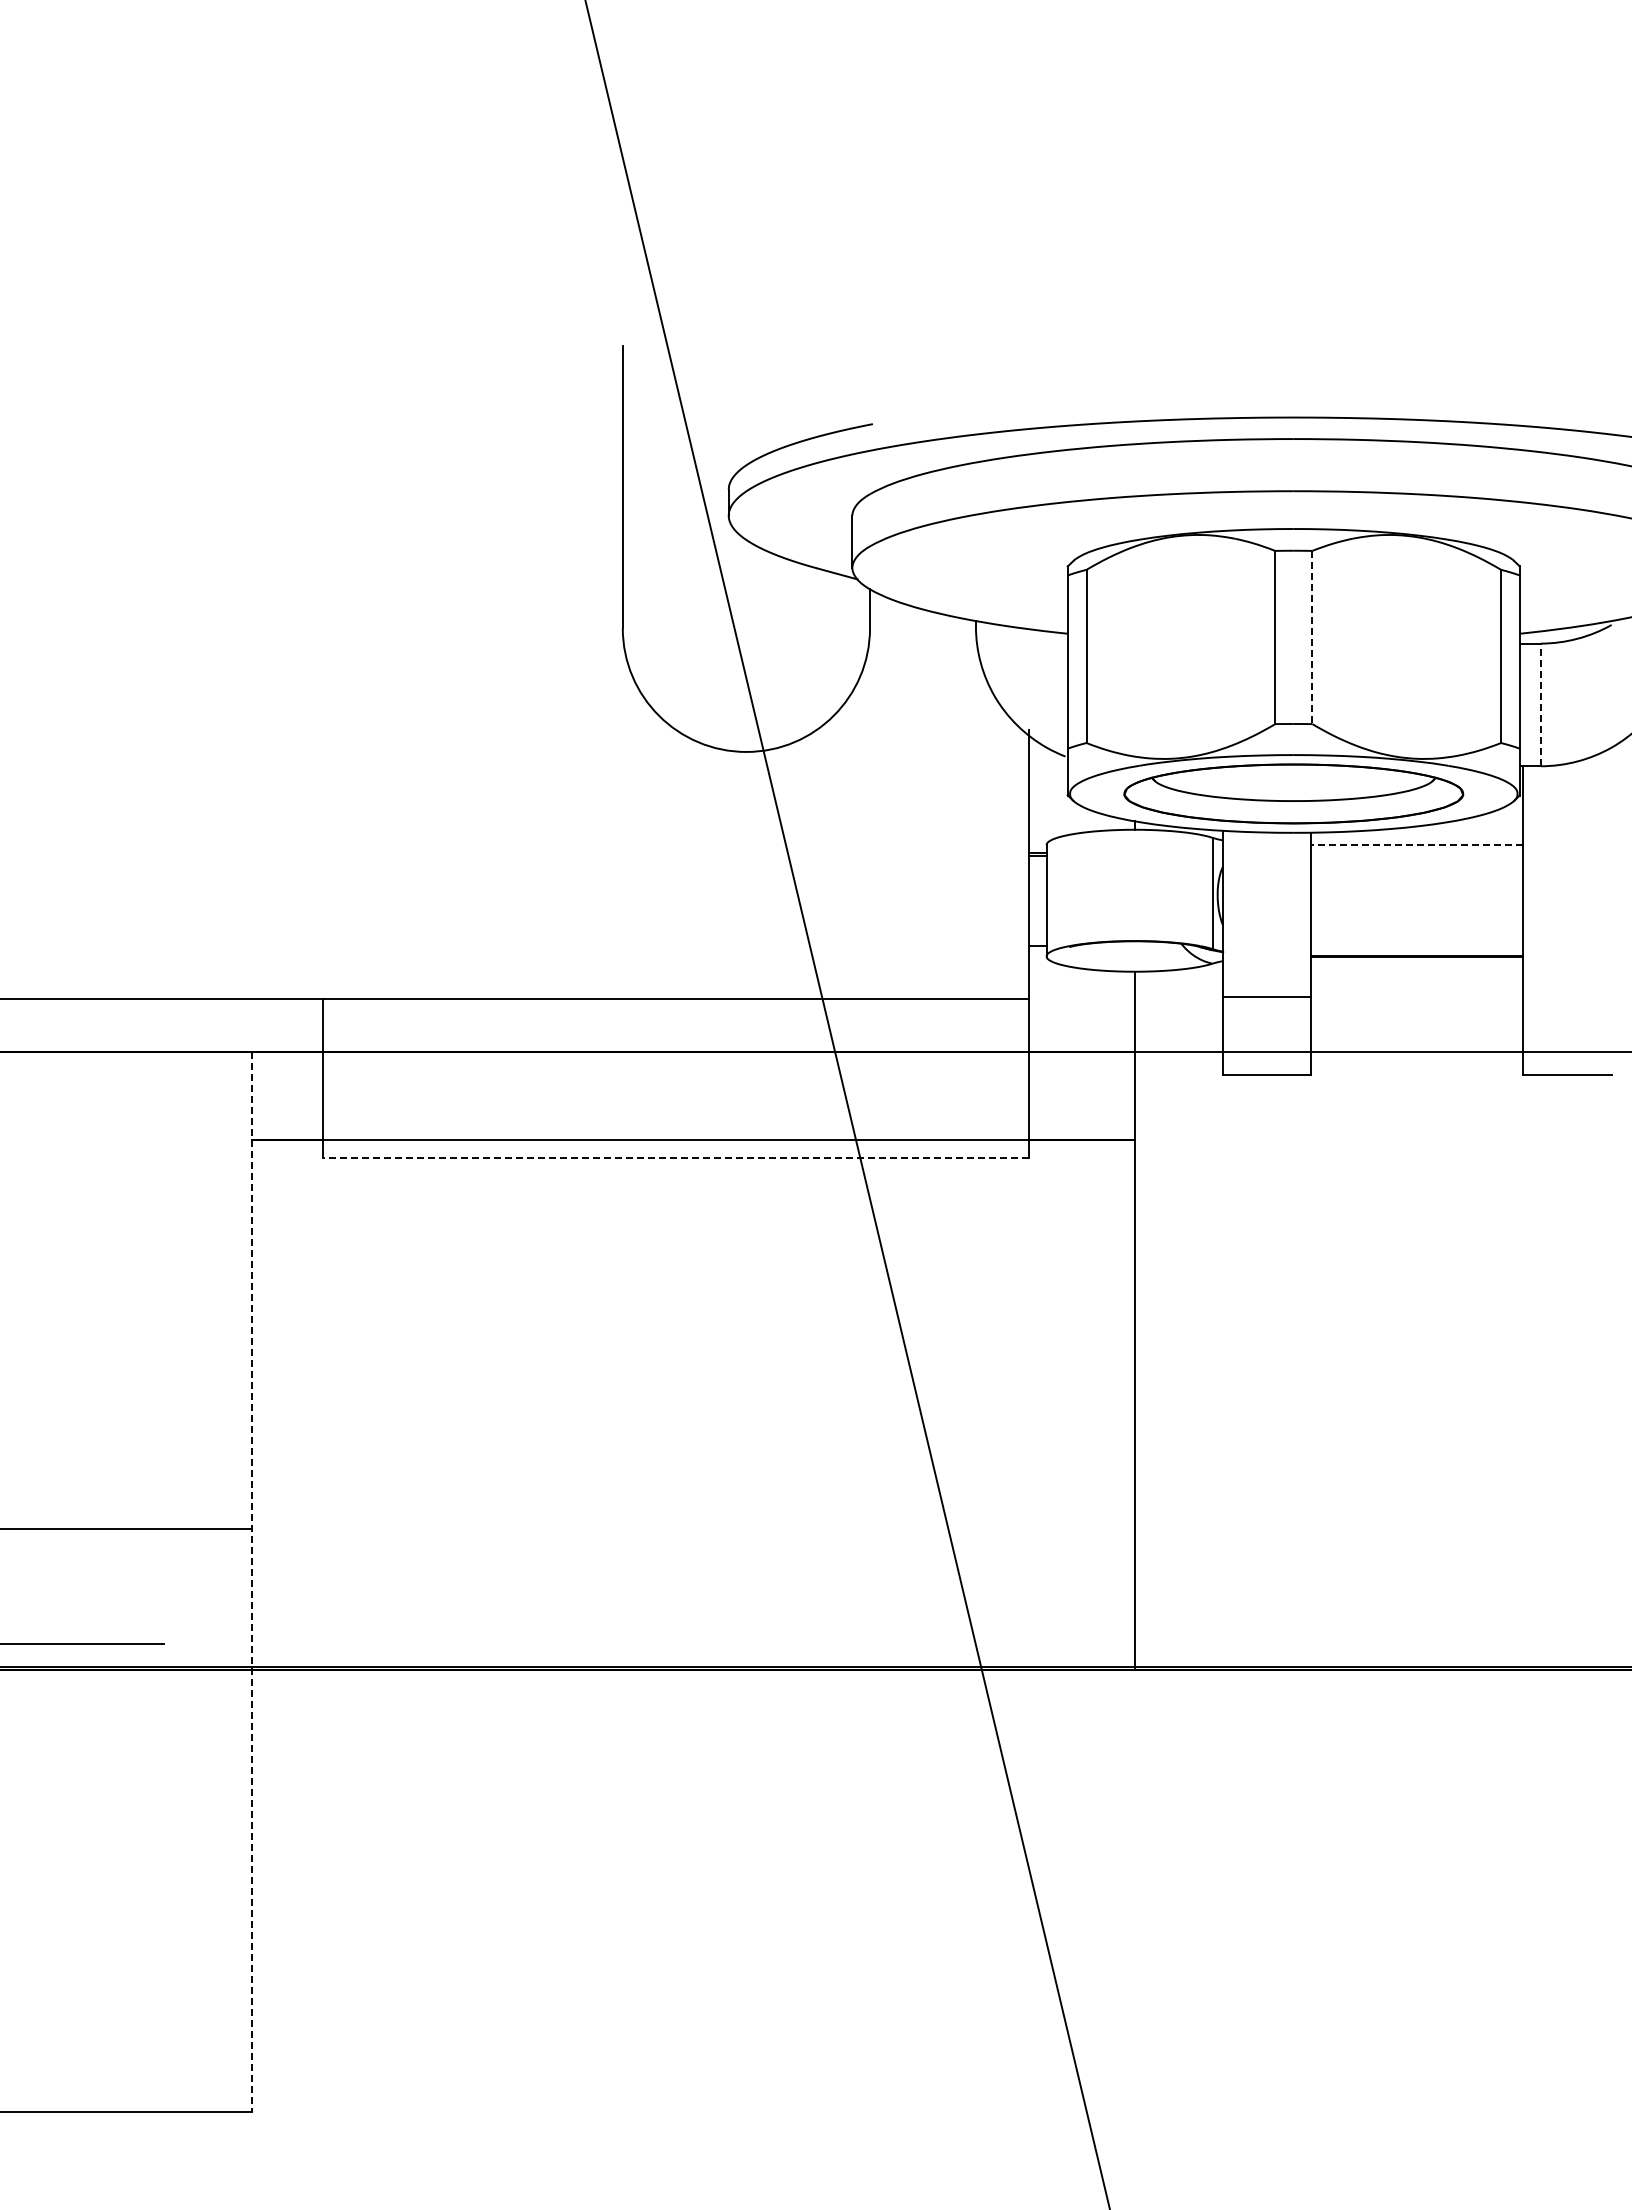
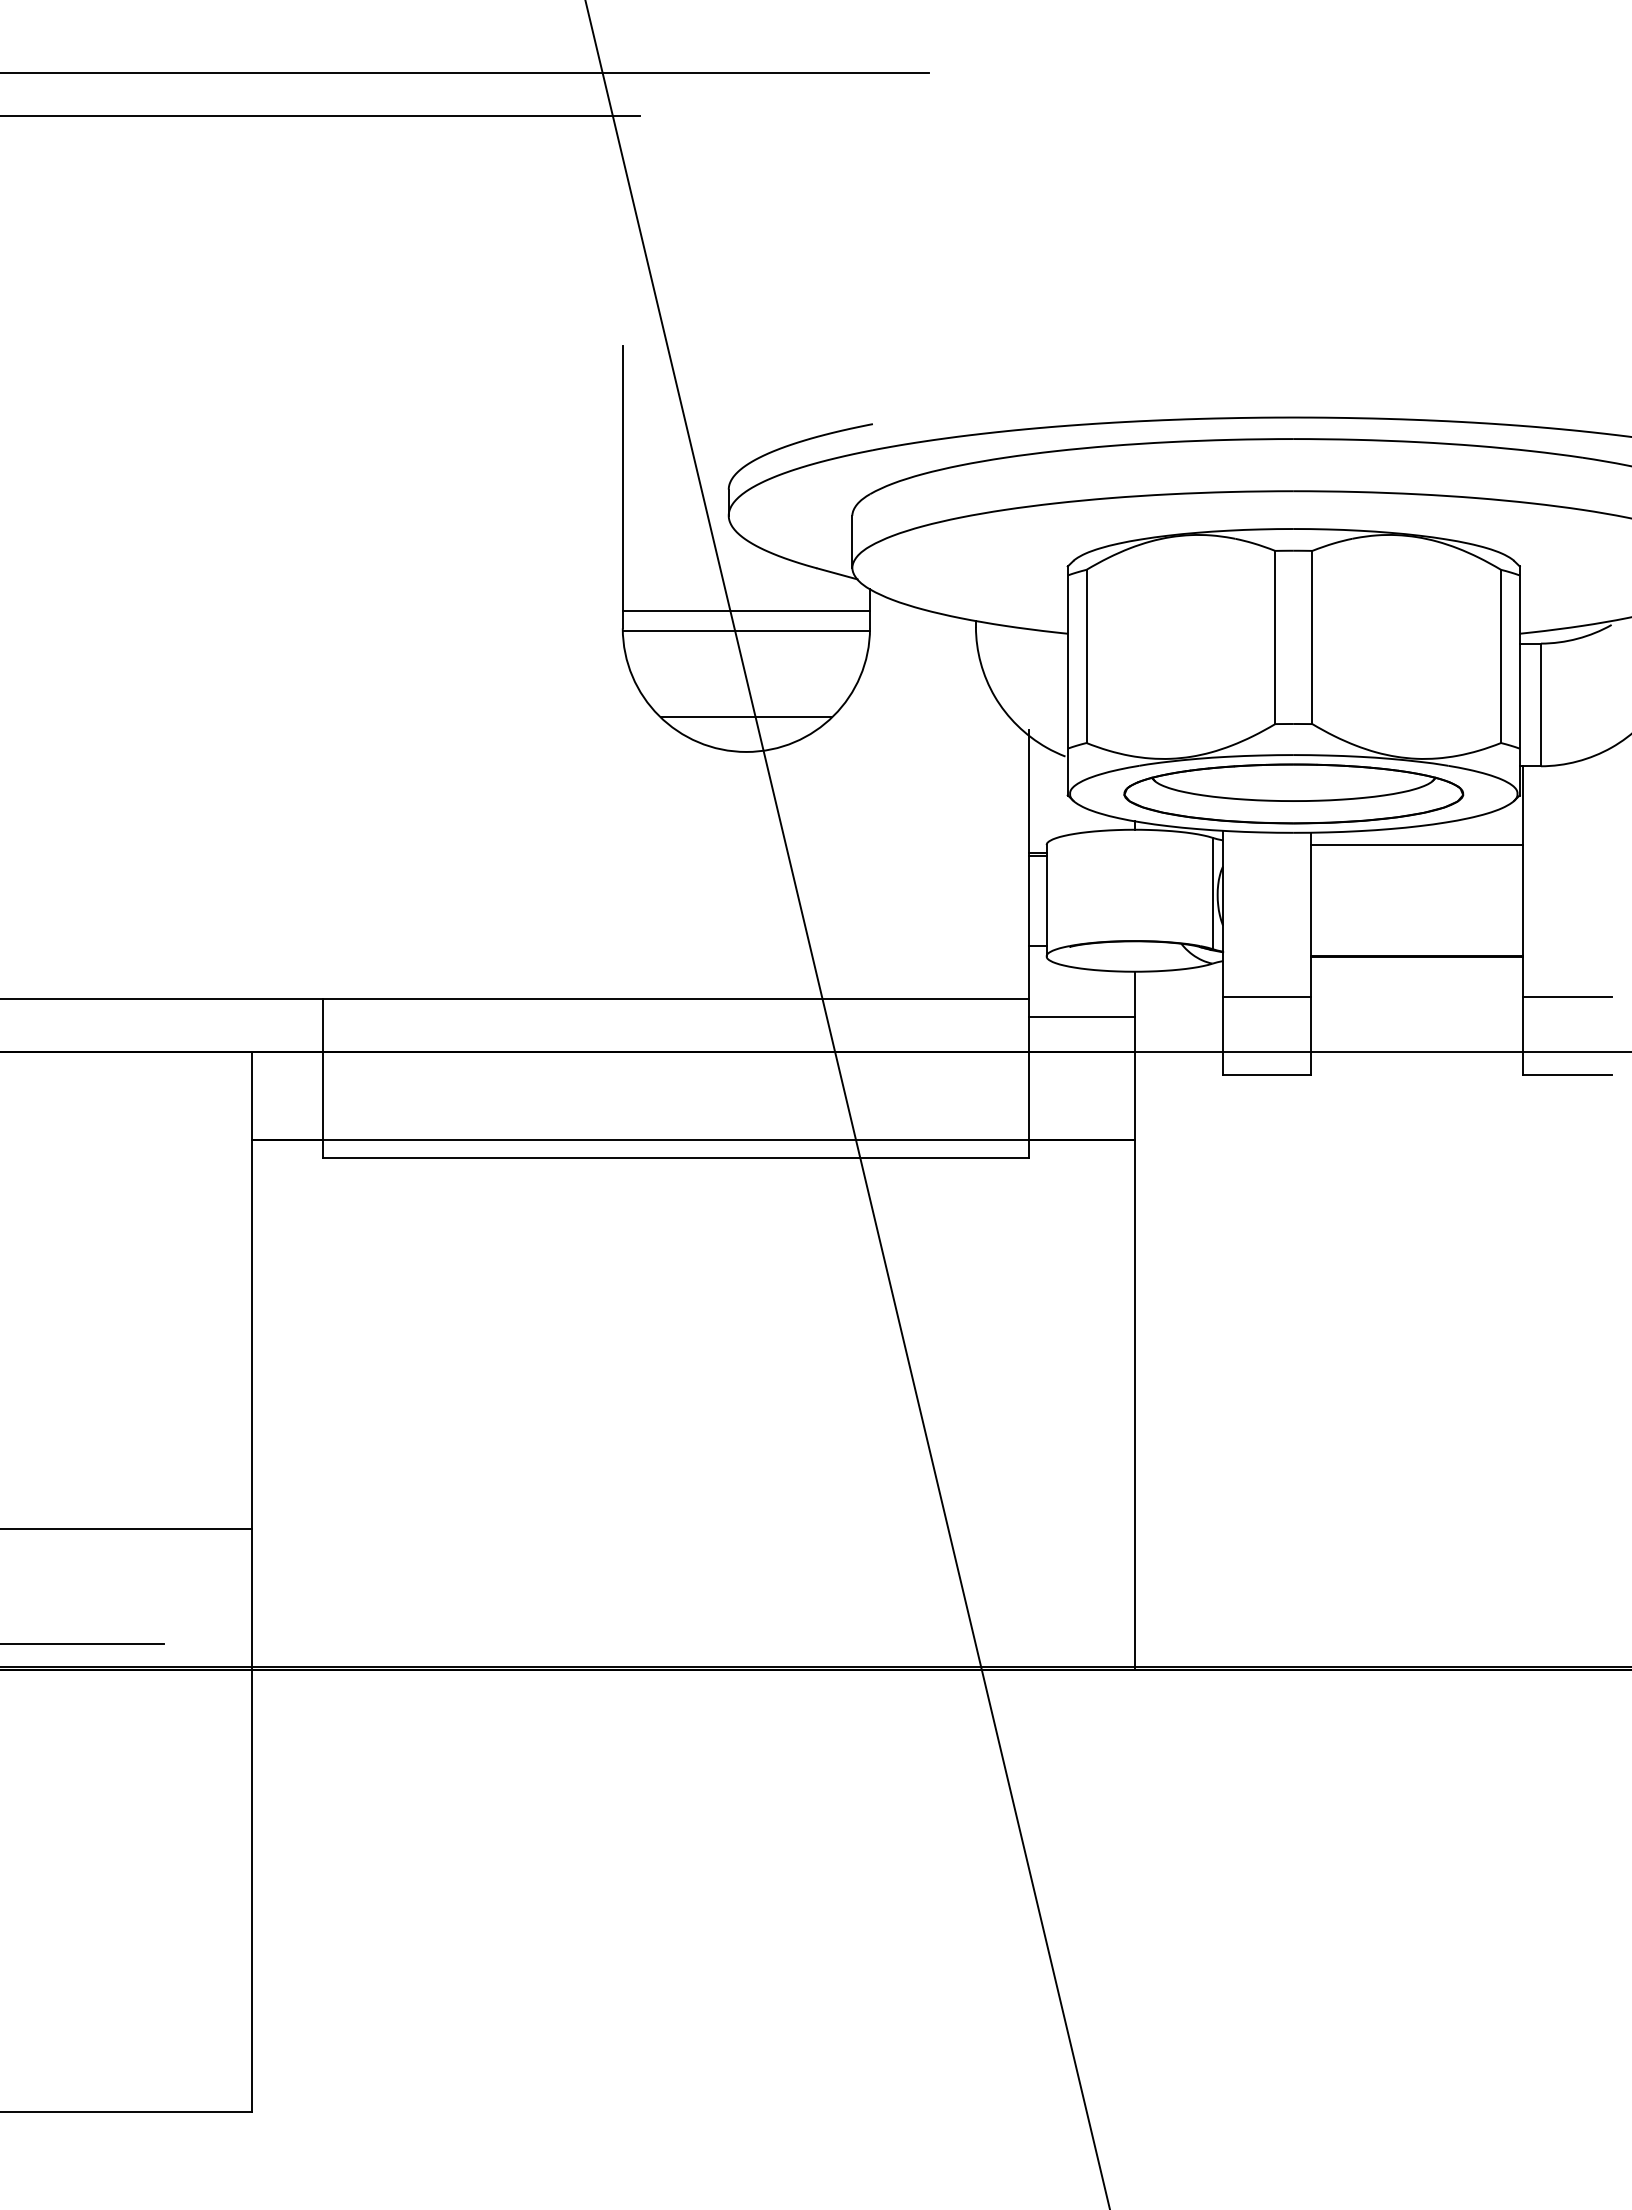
line at (465, 72): none -> present
line at (321, 116): none -> present
line at (746, 610): none -> present
line at (746, 630): none -> present
line at (1312, 637): dashed -> solid
line at (1541, 704): dashed -> solid
line at (746, 716): none -> present
line at (1417, 844): dashed -> solid
line at (1567, 996): none -> present
line at (1081, 1016): none -> present
line at (675, 1158): dashed -> solid
line at (251, 1581): dashed -> solid
